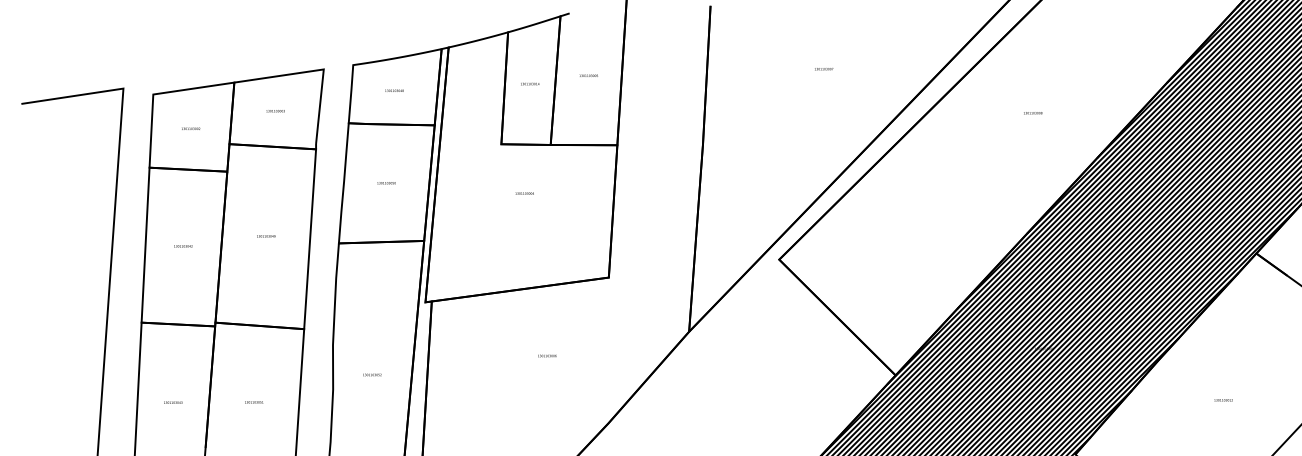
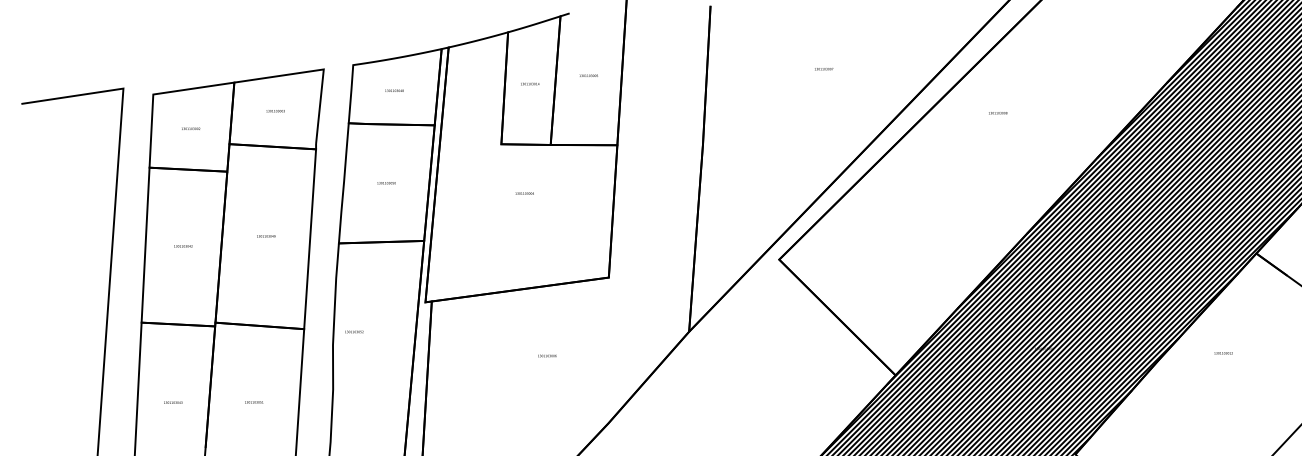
text at (1033, 113) position: (1033, 113) -> (998, 113)
text at (372, 374) position: (372, 374) -> (354, 331)
text at (1223, 400) position: (1223, 400) -> (1223, 353)
